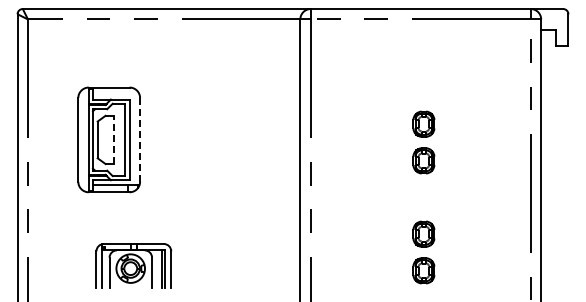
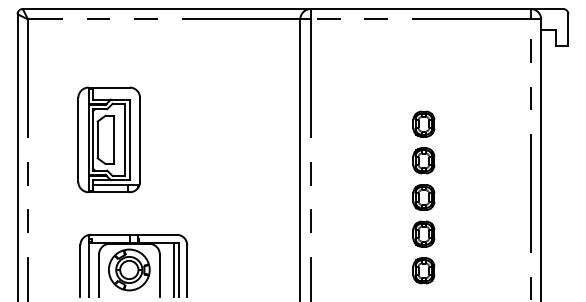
line at (114, 139): dashed -> solid
line at (140, 139): dashed -> solid
part at (423, 197): none -> present
part at (133, 265) size: 78x46 px -> 110x65 px
